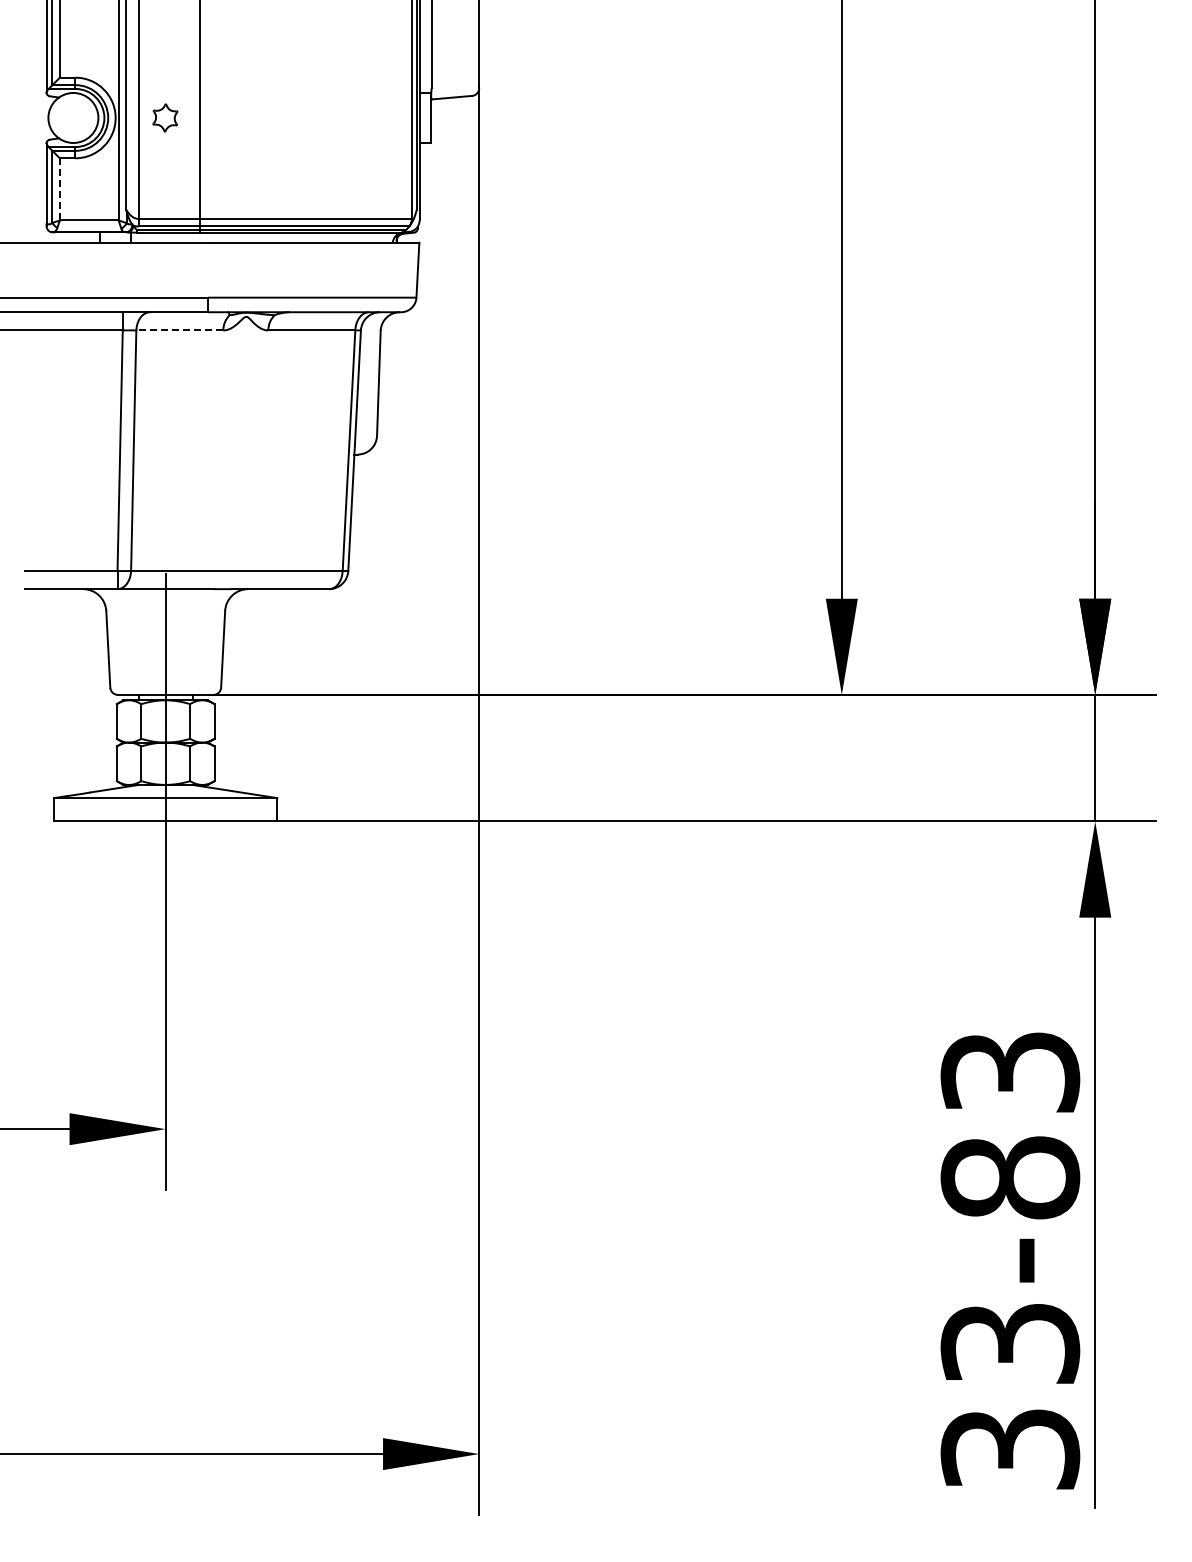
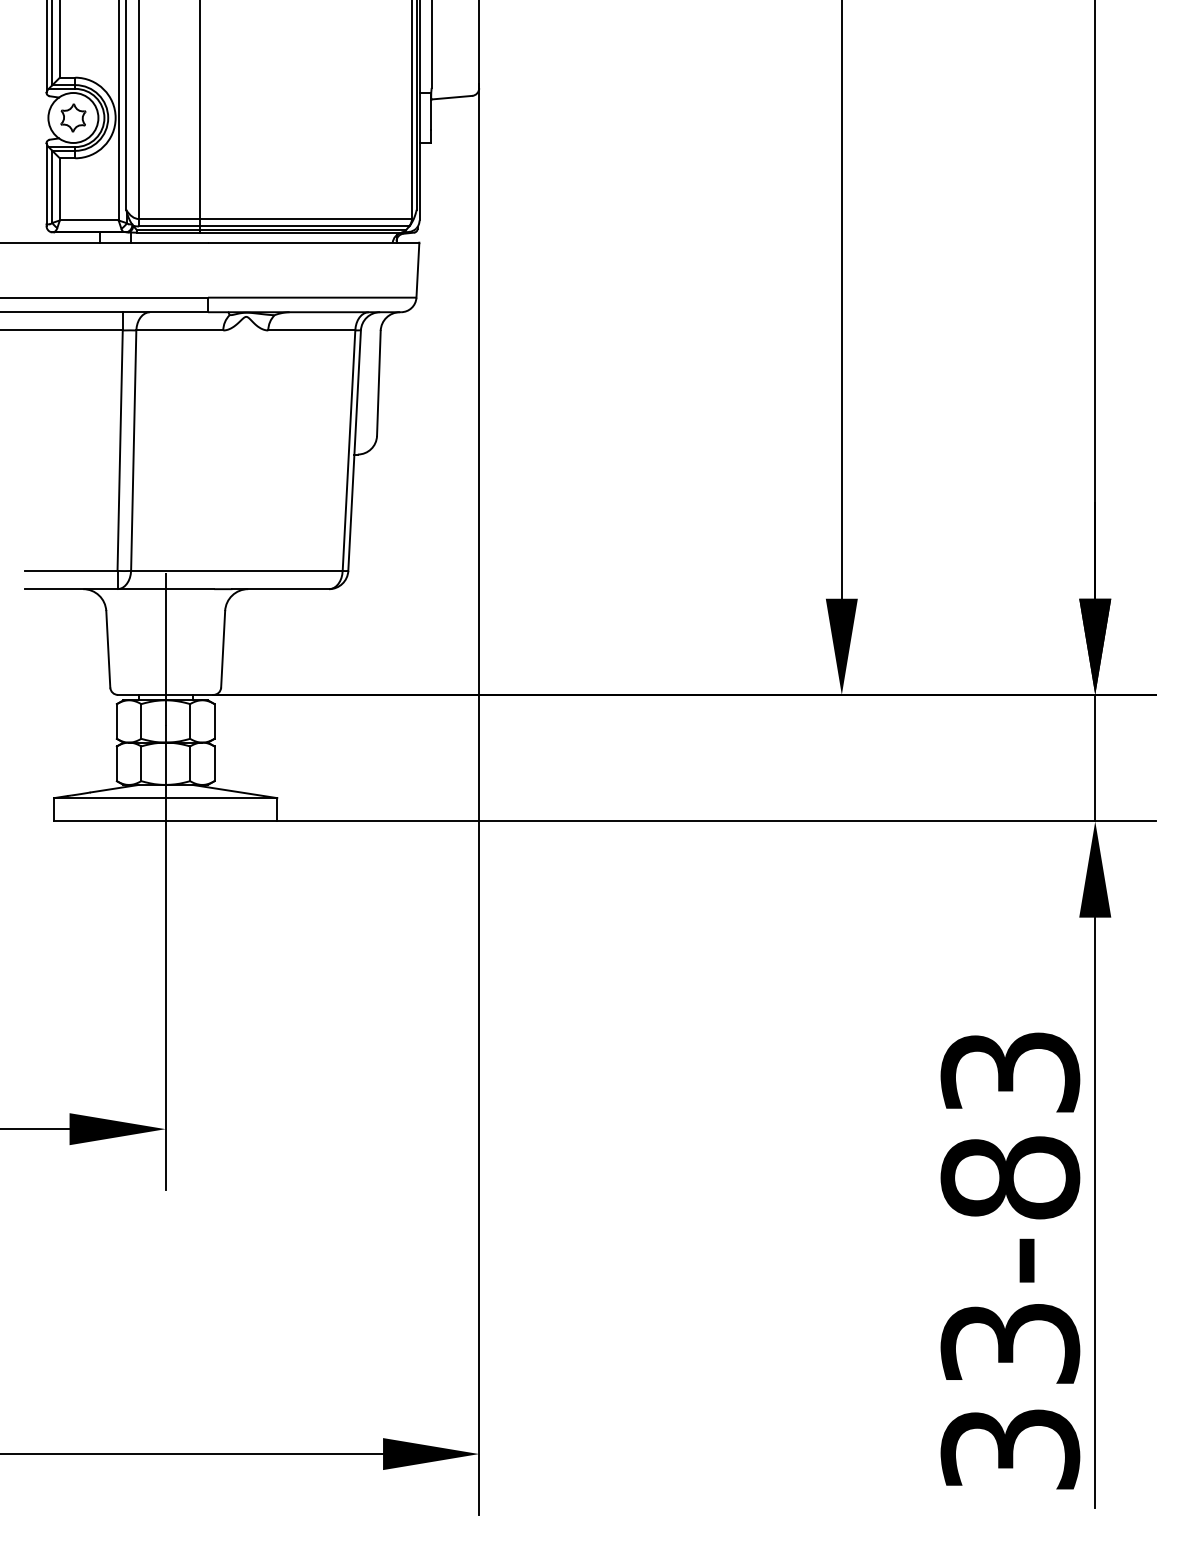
part at (165, 117) position: (165, 117) -> (73, 117)
line at (59, 189): dashed -> solid
line at (179, 330): dashed -> solid
